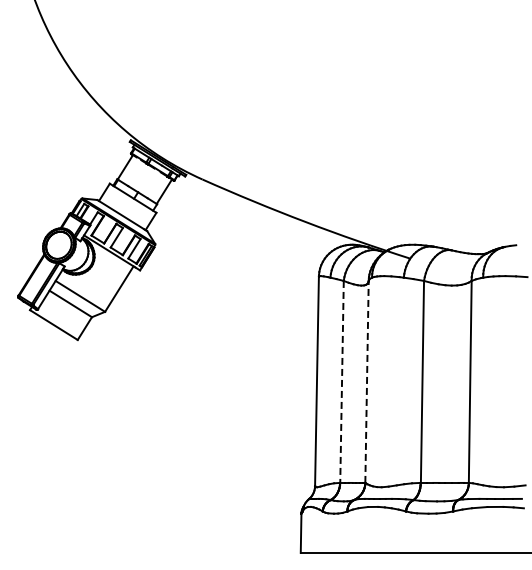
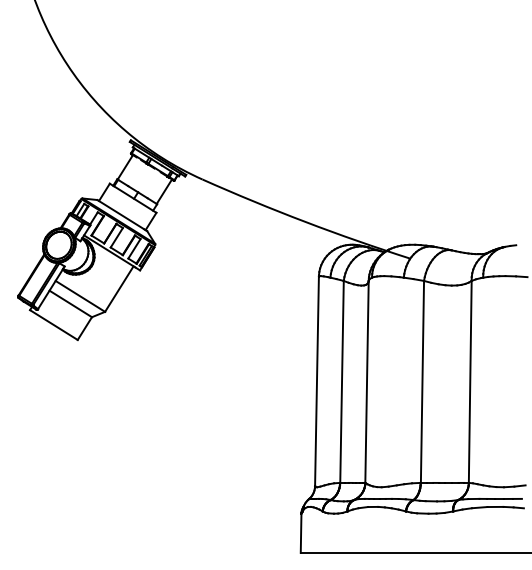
line at (367, 381): dashed -> solid
line at (342, 382): dashed -> solid
